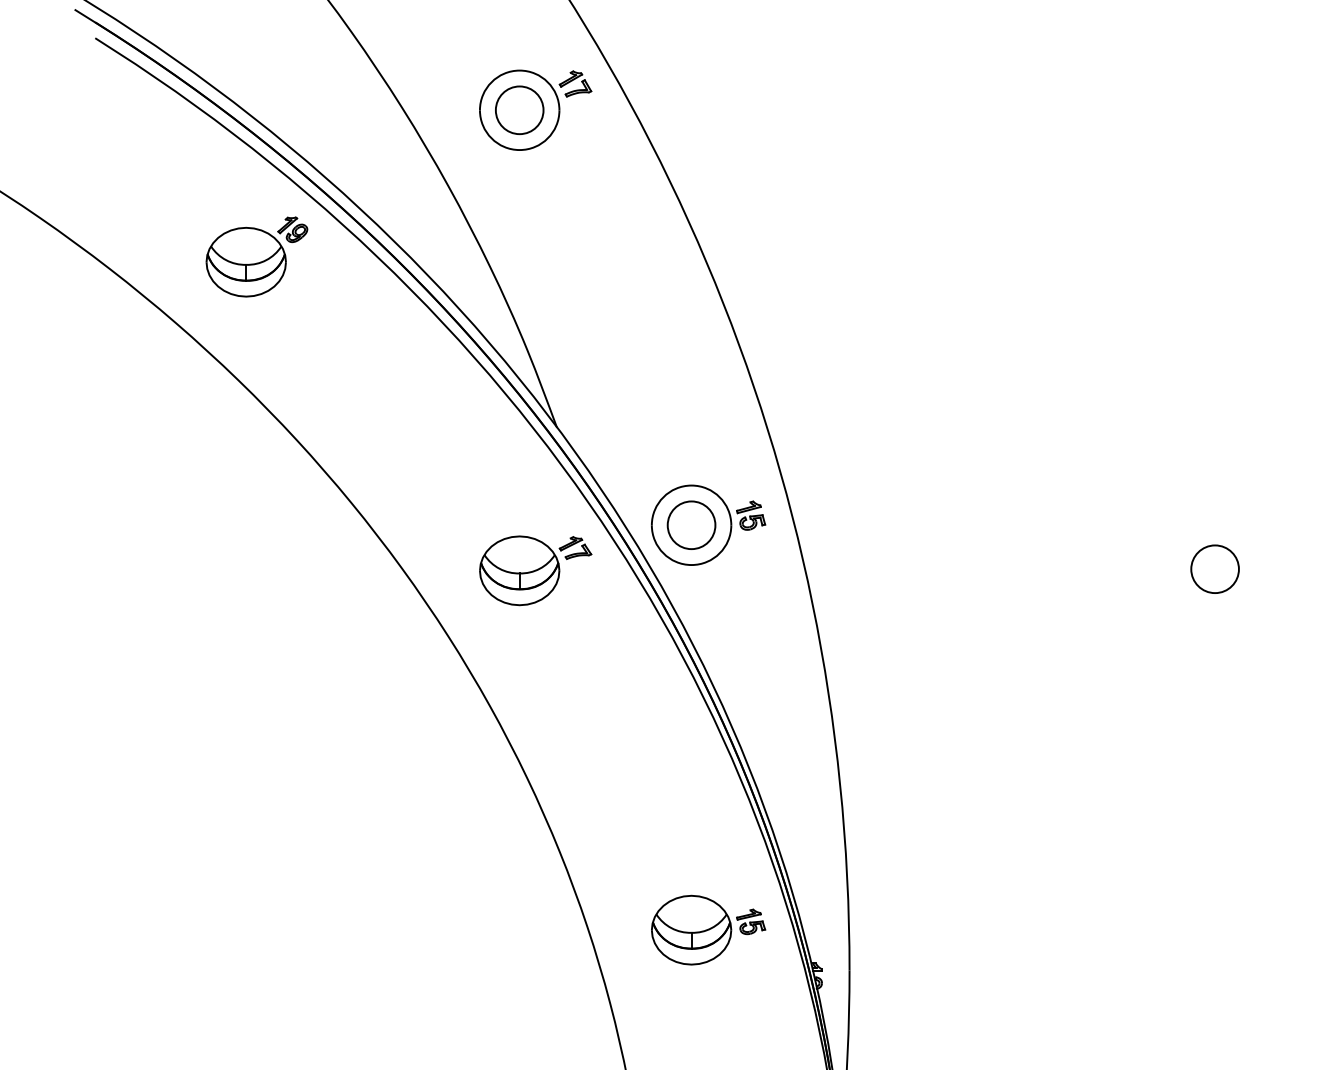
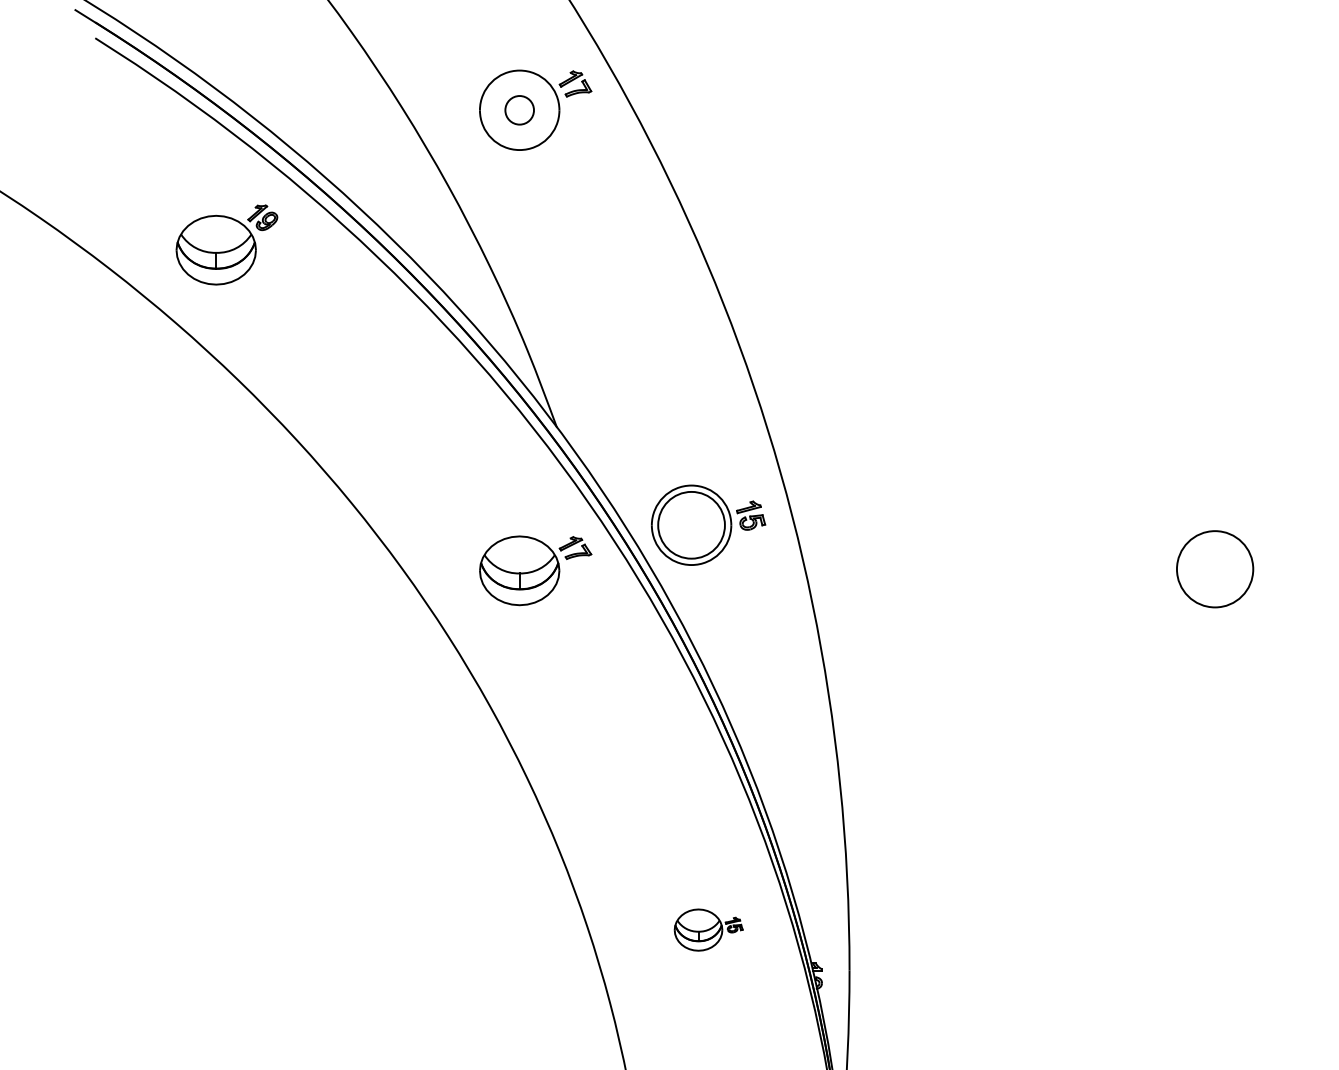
circle at (519, 110) diameter: 48 px -> 29 px
part at (256, 256) position: (256, 256) -> (226, 244)
circle at (691, 525) diameter: 48 px -> 67 px
circle at (1214, 569) diameter: 48 px -> 76 px
part at (708, 929) size: 116x72 px -> 71x44 px
